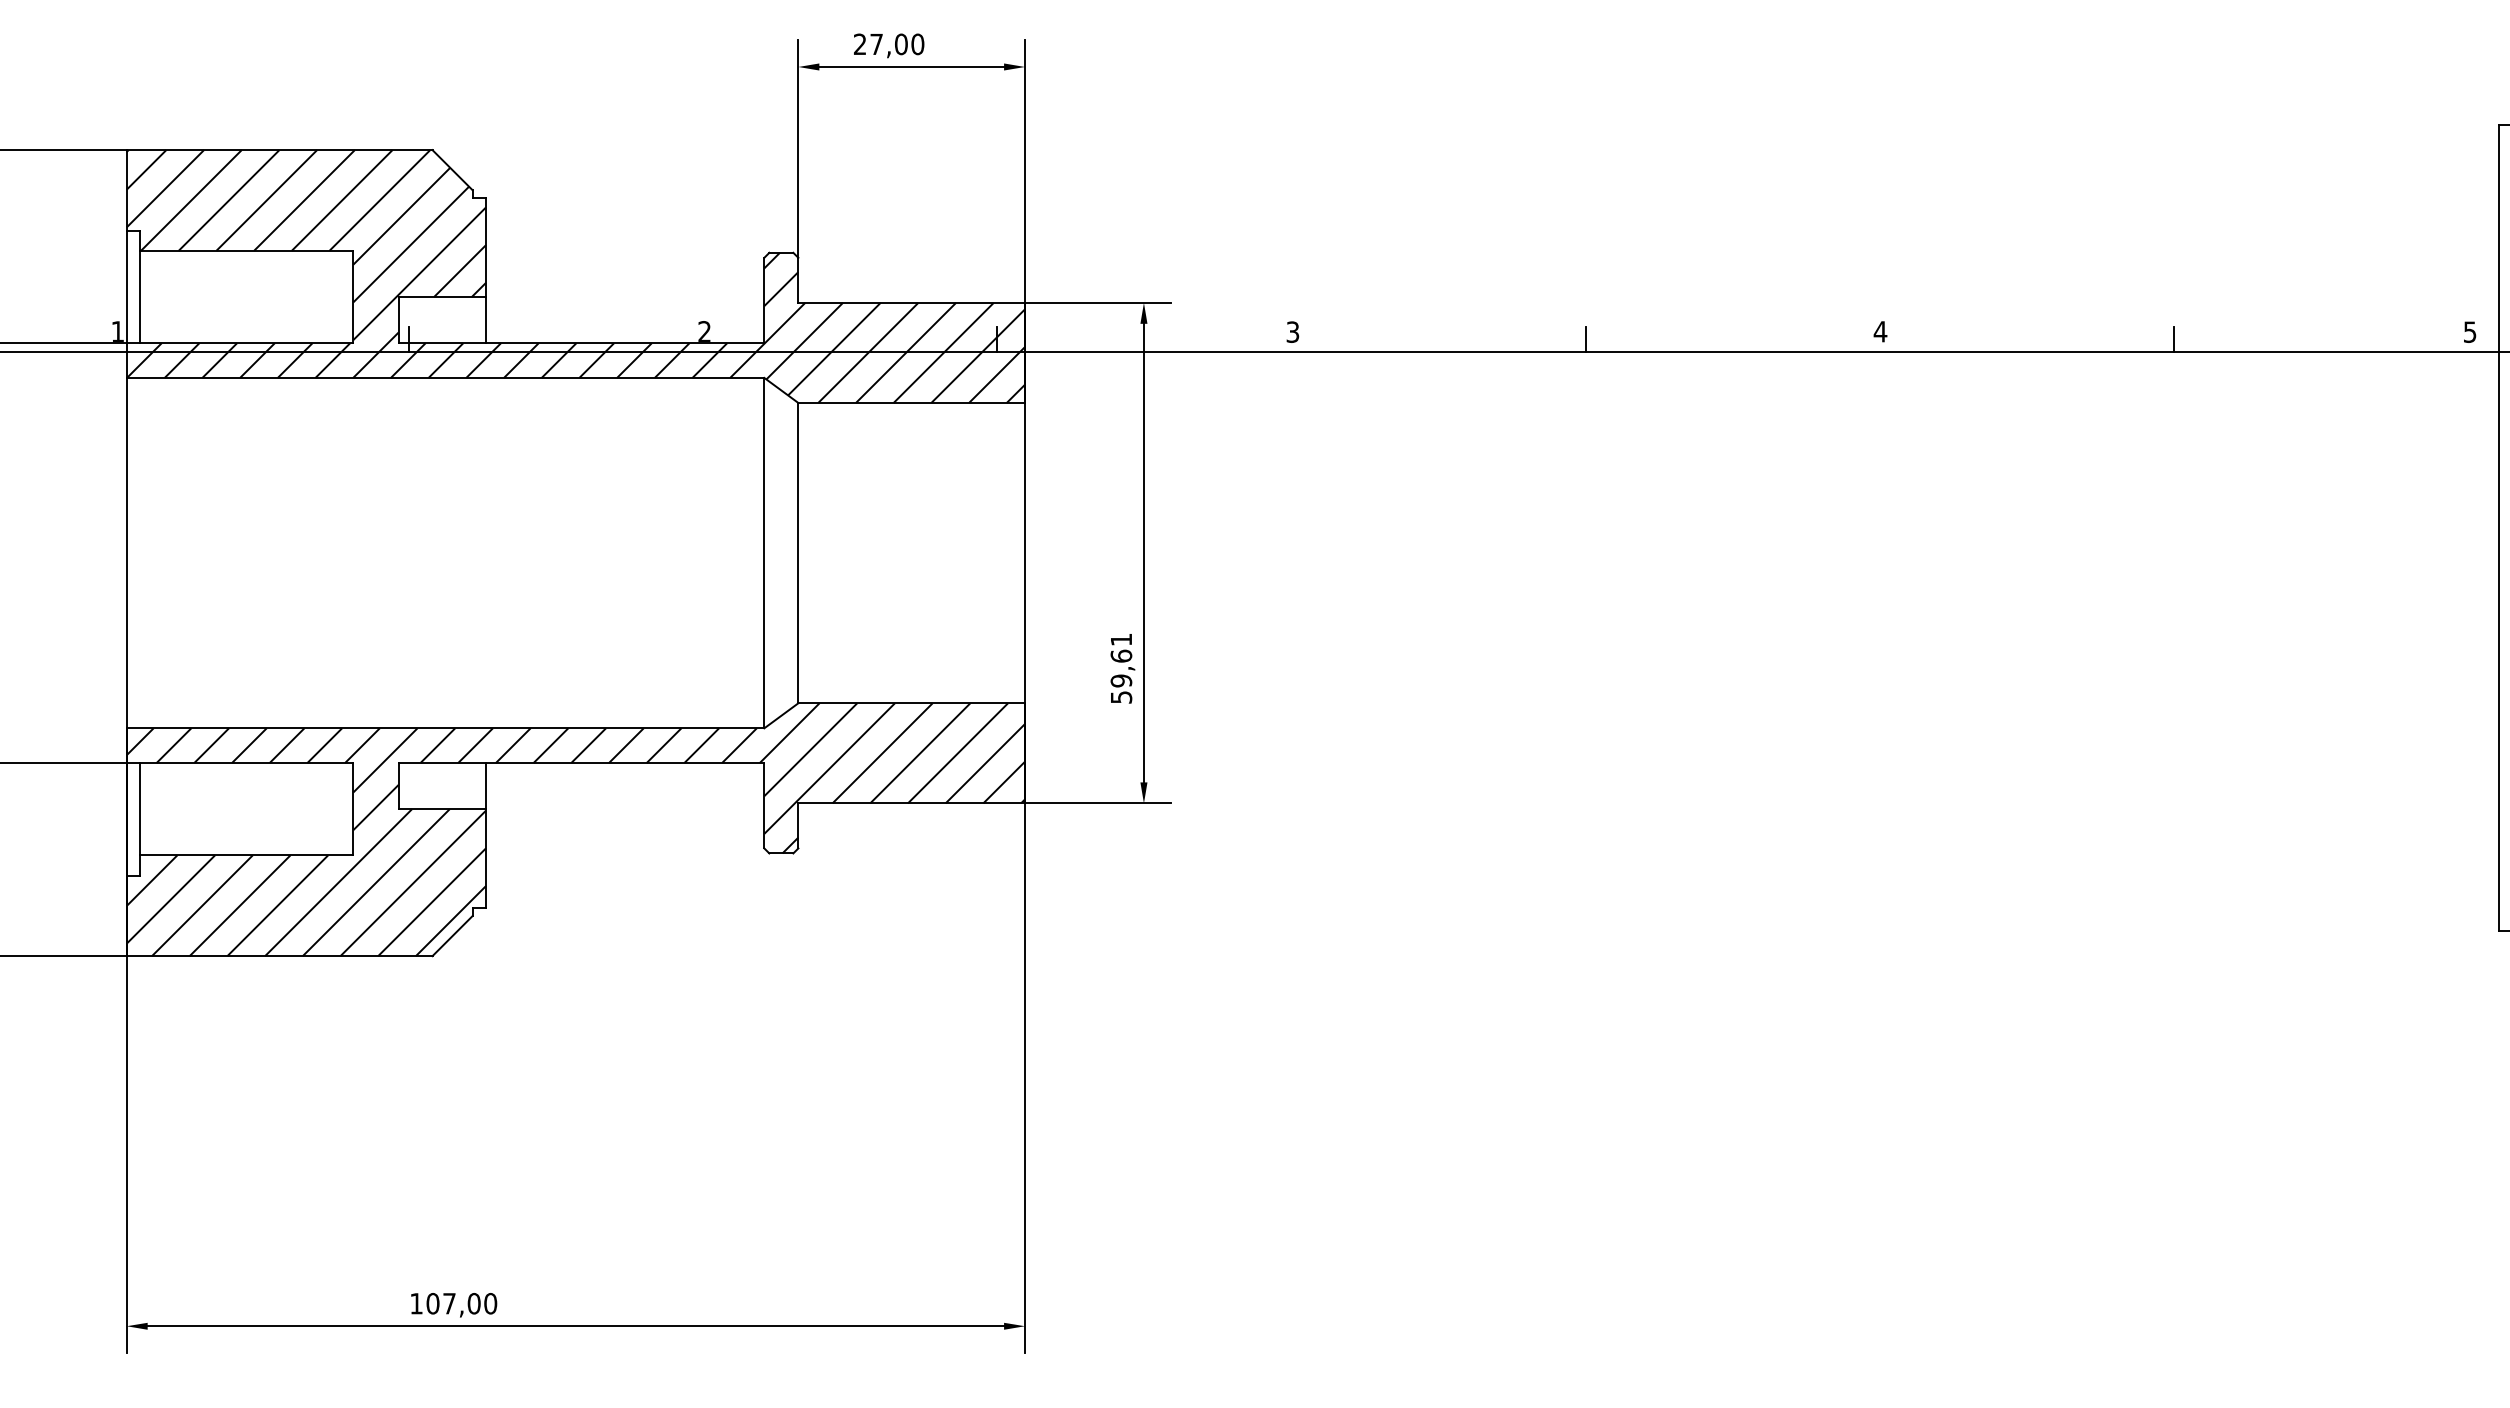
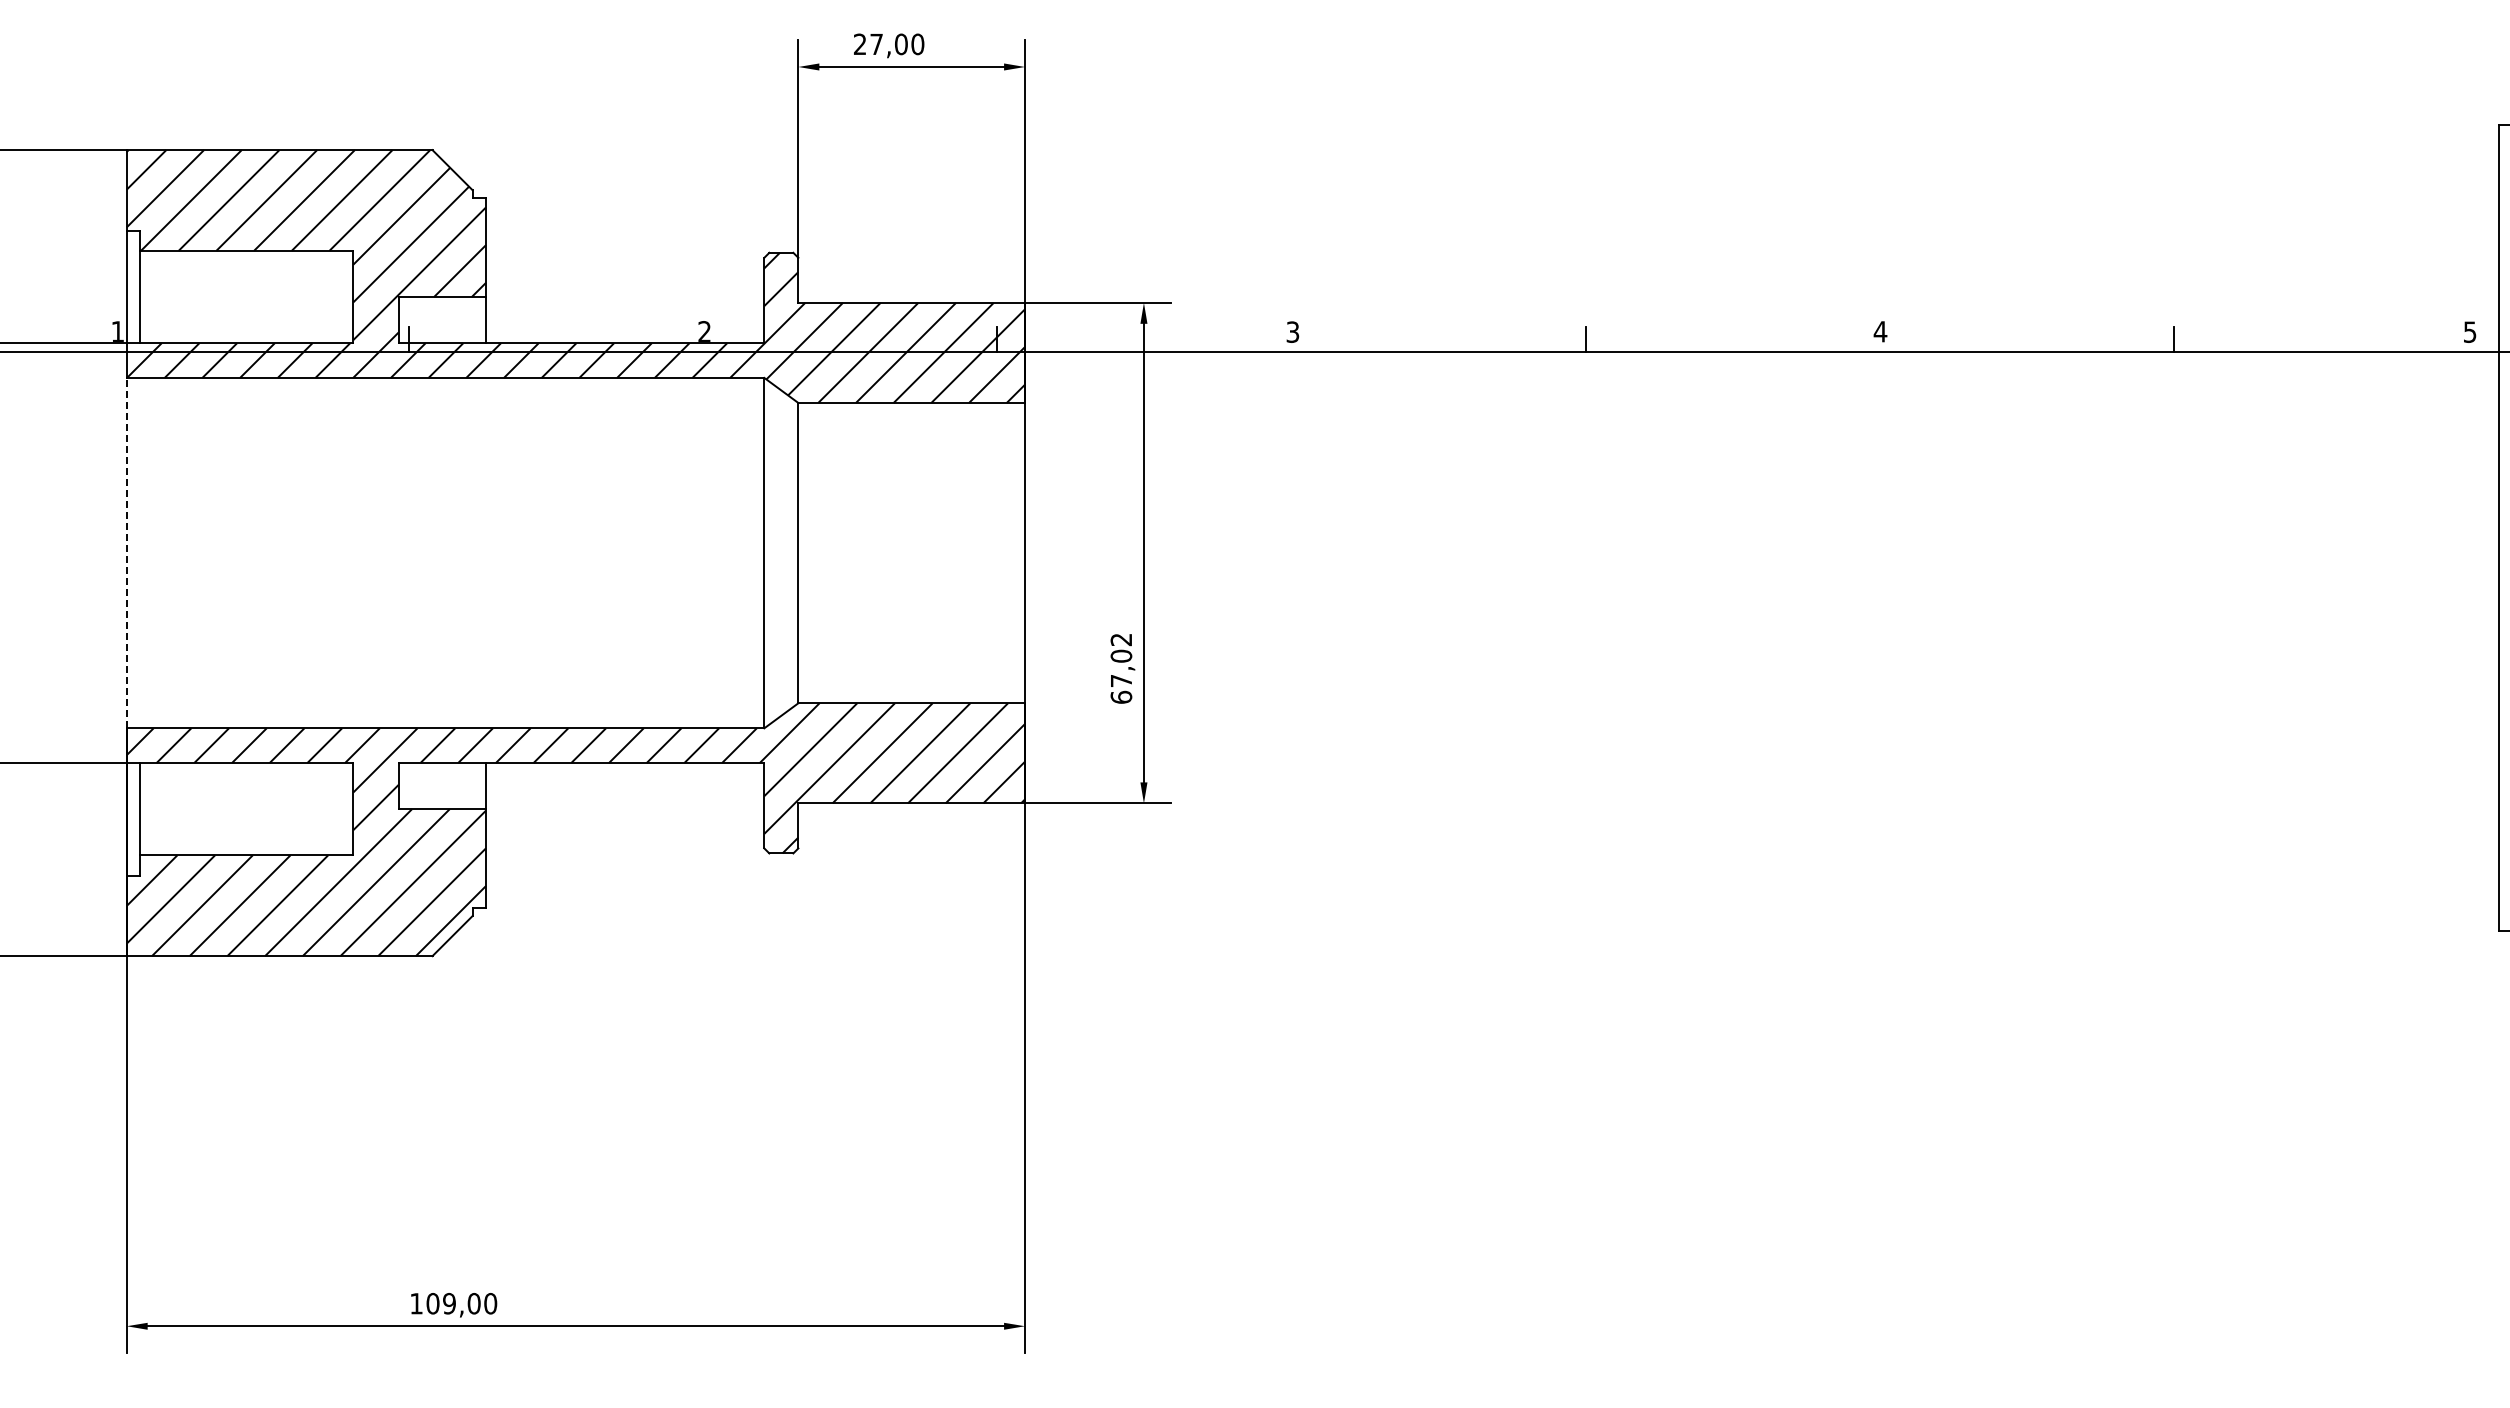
line at (126, 552): solid -> dashed
text at (1121, 668): 59,61 -> 67,02
text at (449, 1303): 107,00 -> 109,00
